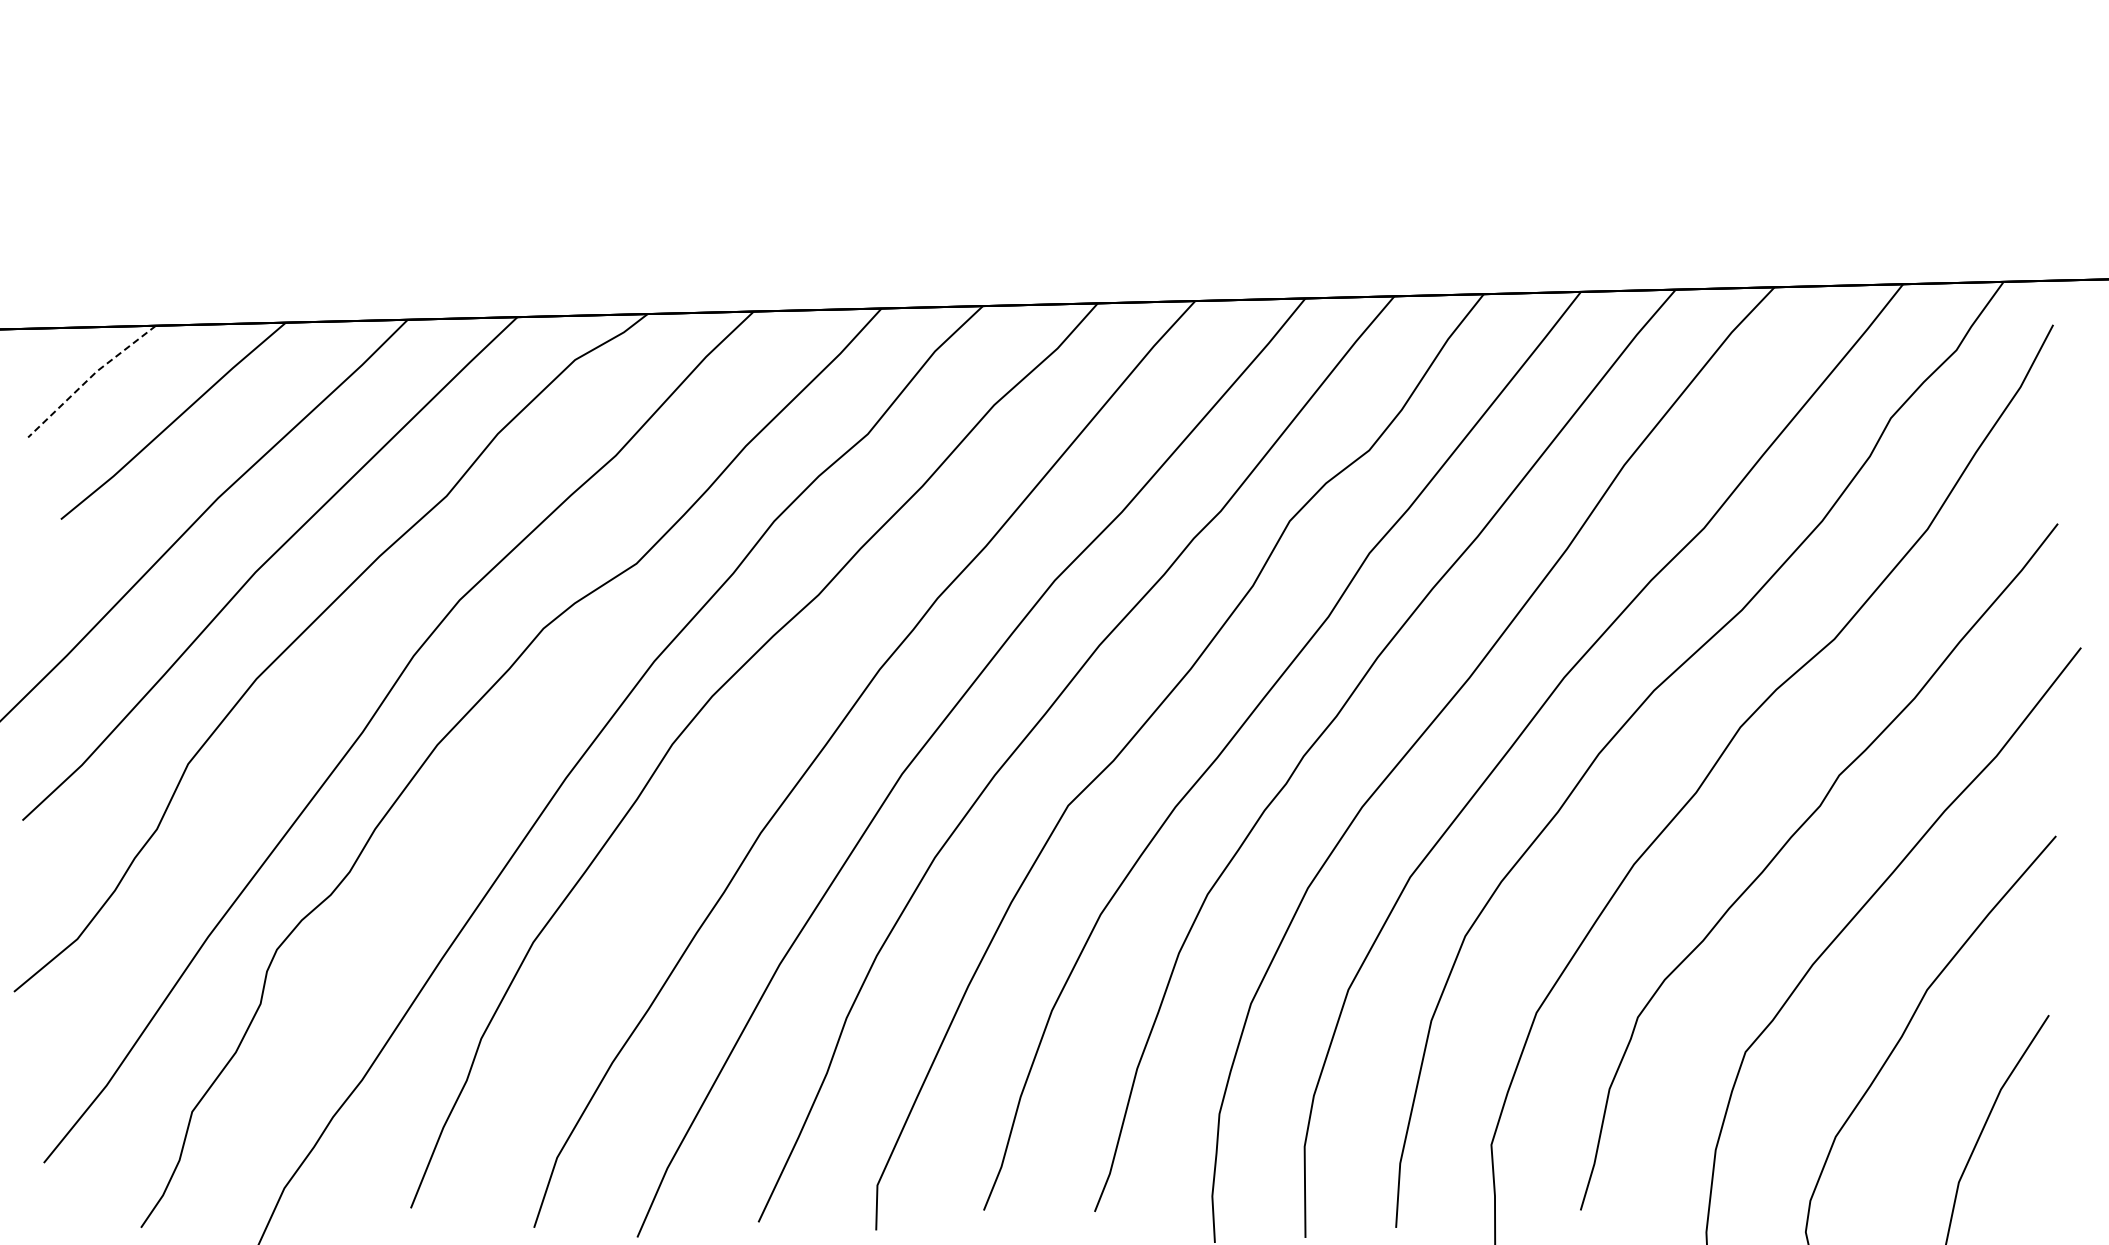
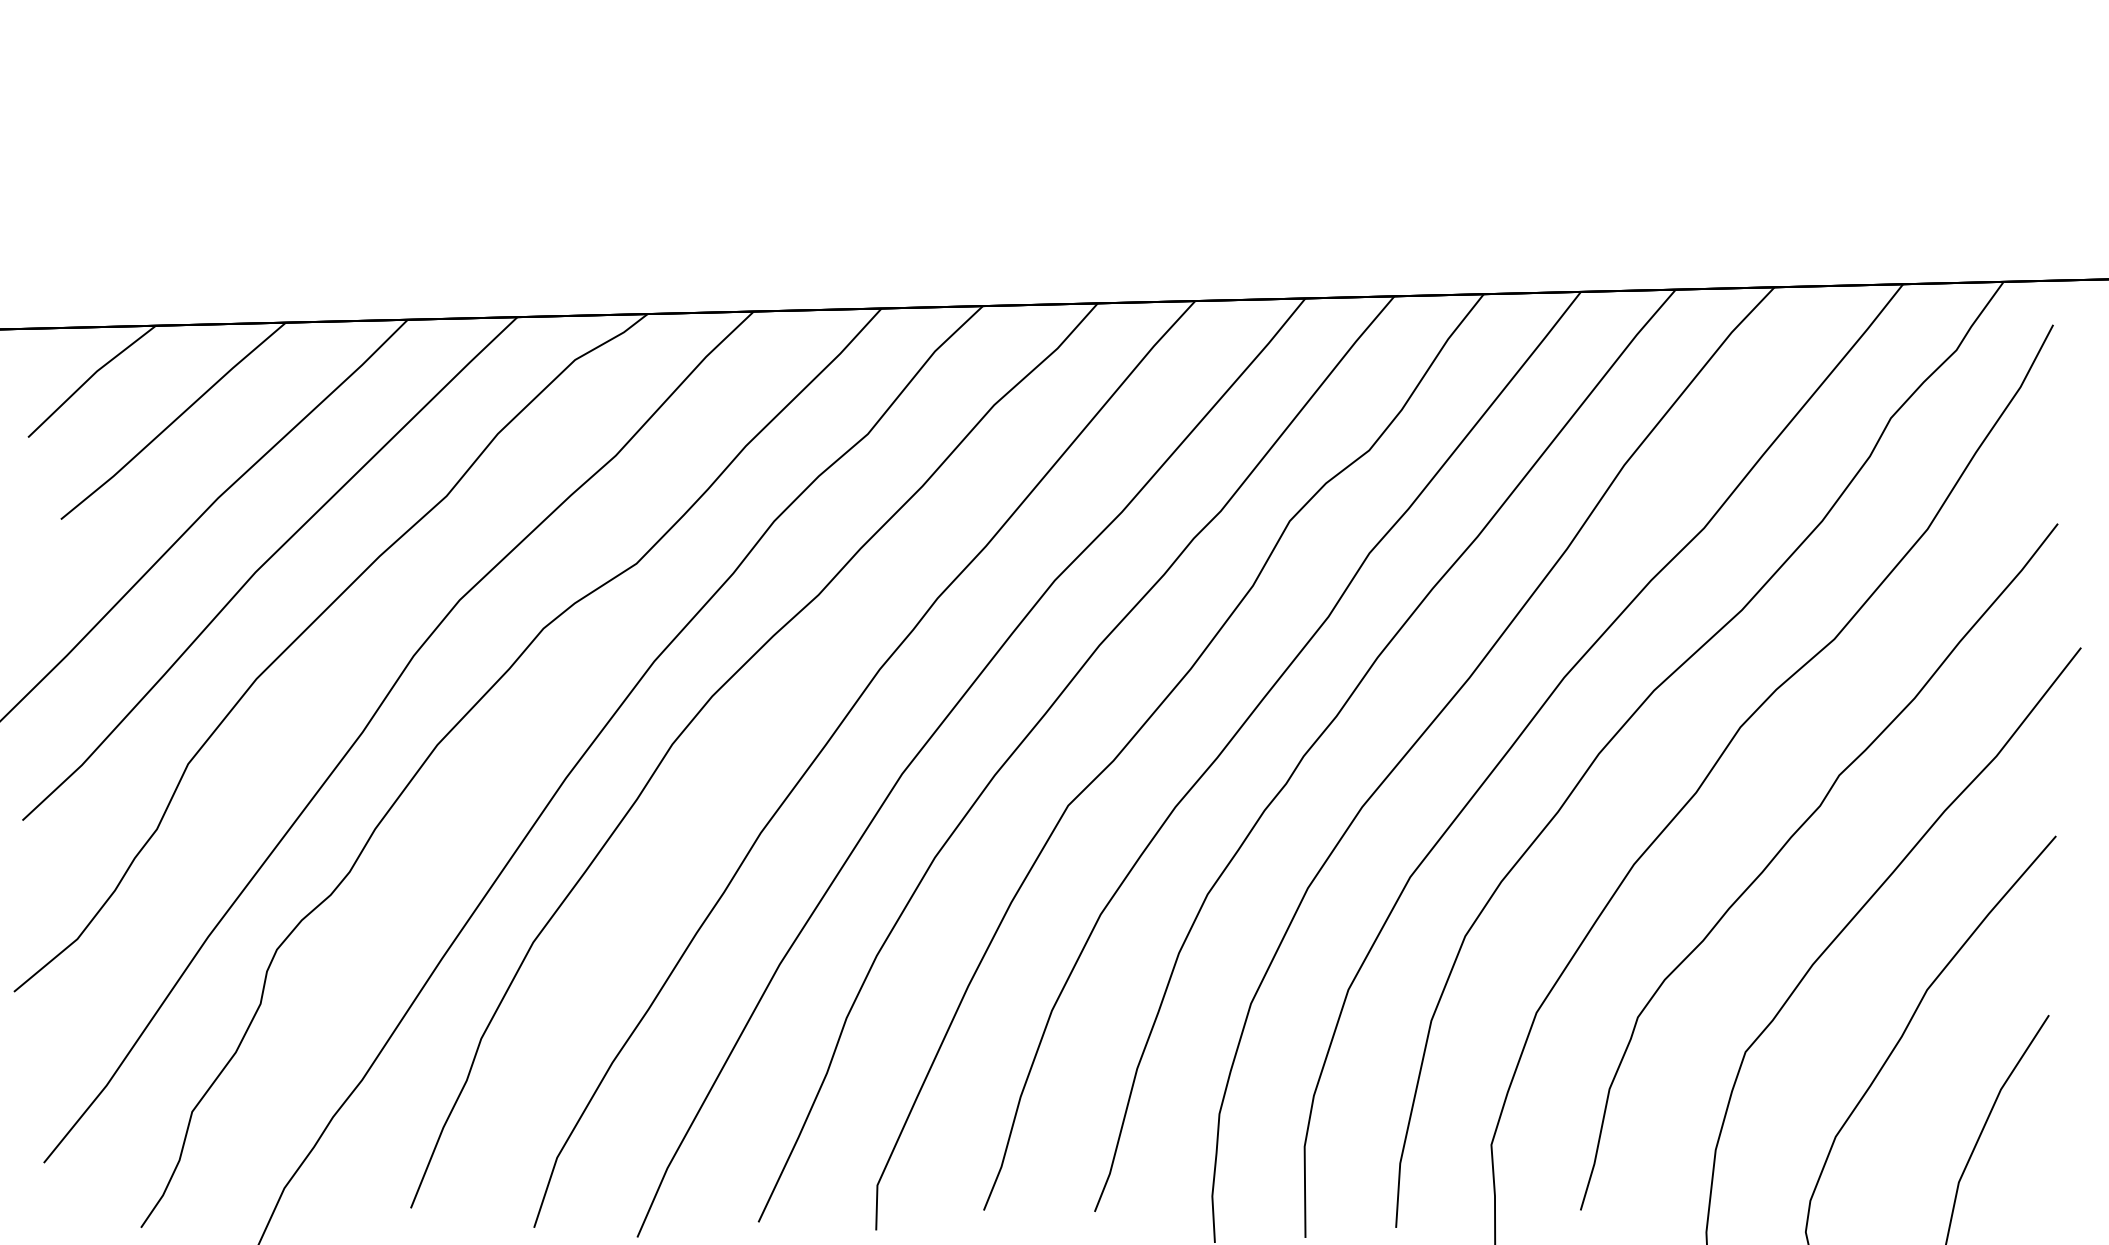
line at (89, 378): dashed -> solid
